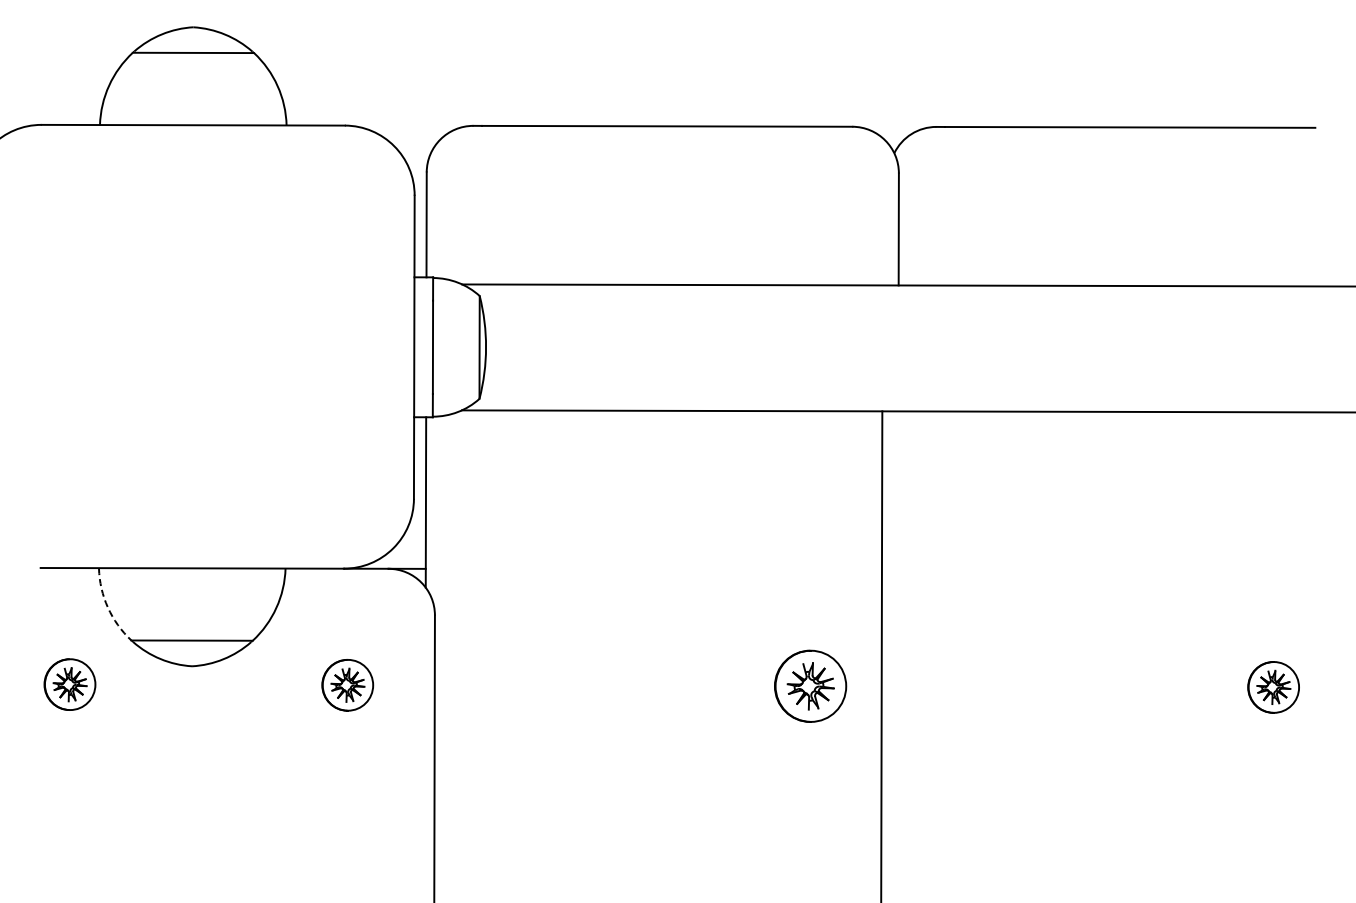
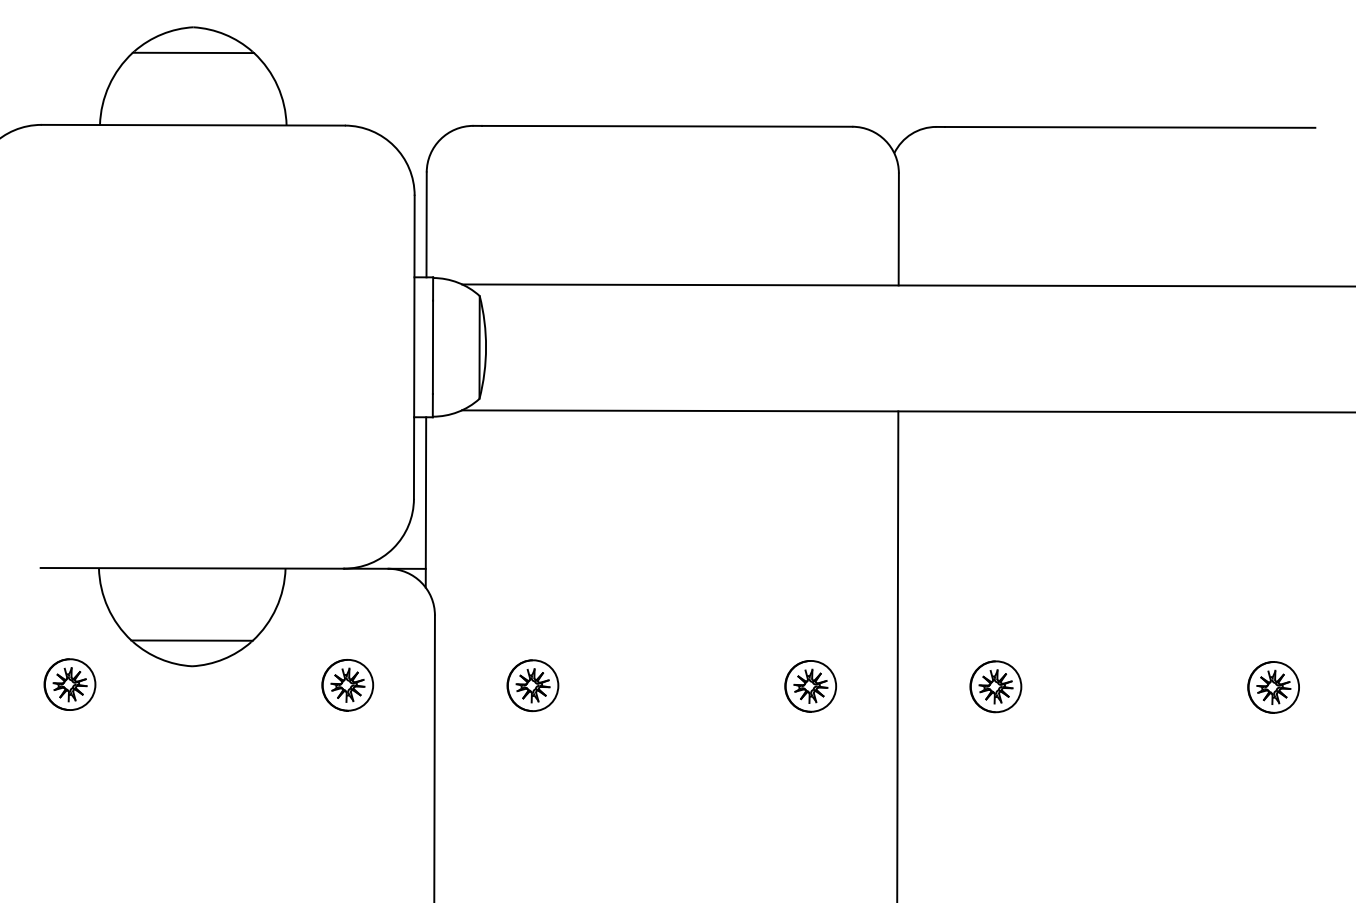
arc at (107, 607): dashed -> solid
line at (881, 655) position: (881, 655) -> (897, 655)
part at (532, 685): none -> present
part at (810, 685) size: 74x74 px -> 54x53 px
part at (995, 686): none -> present
